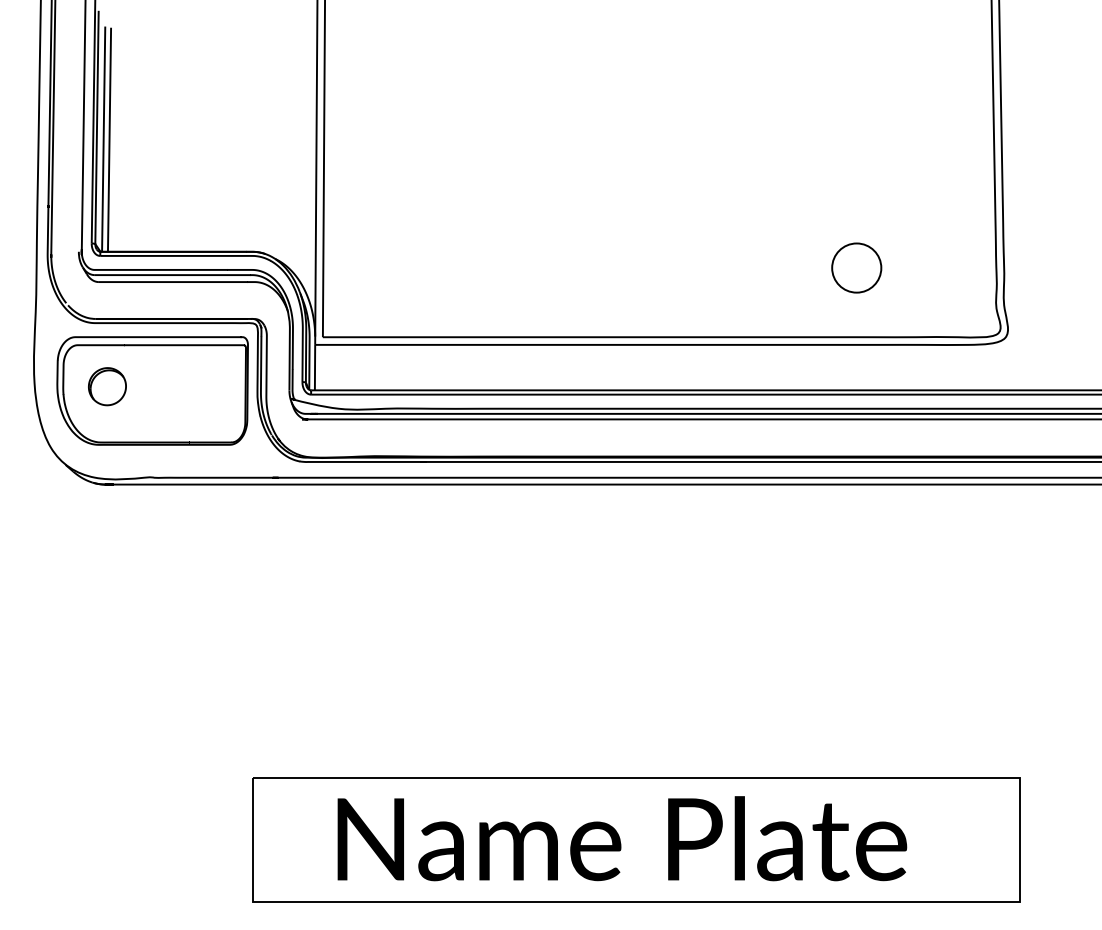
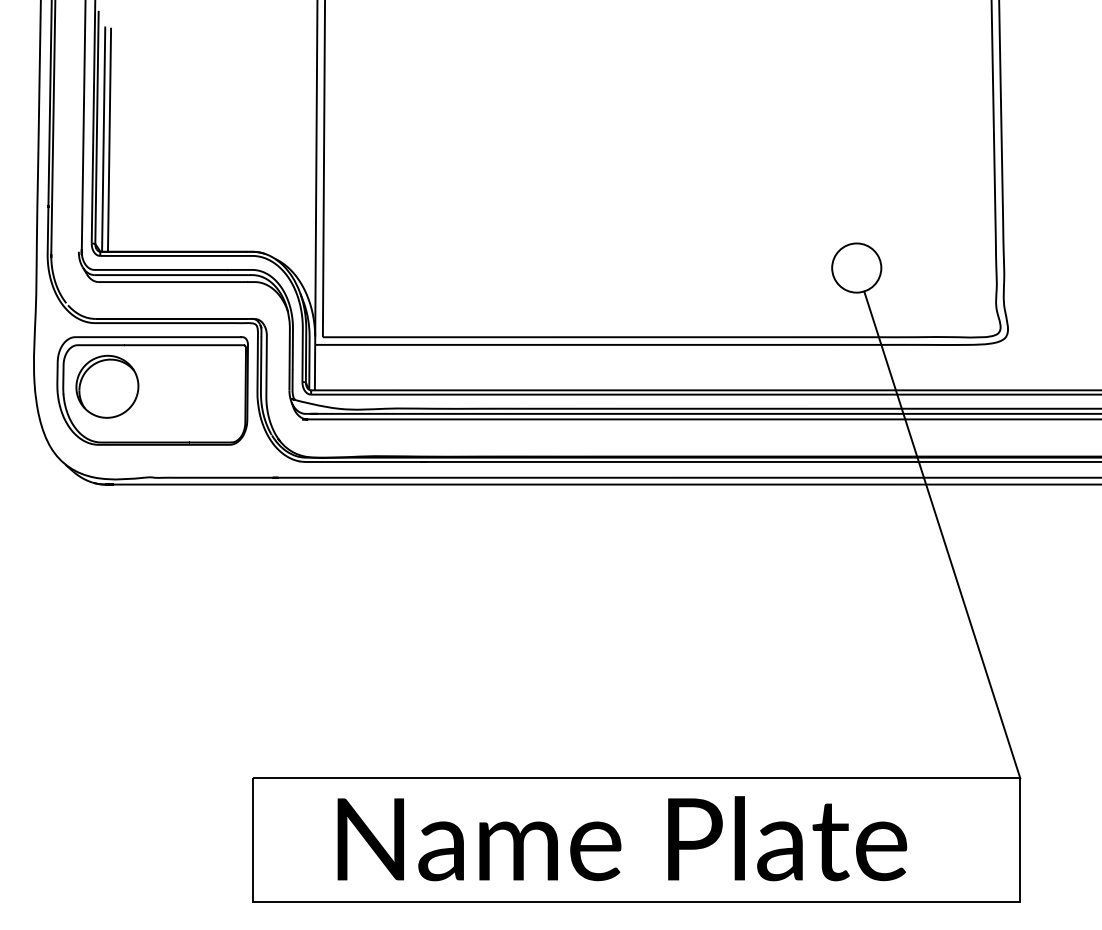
part at (107, 386) size: 39x40 px -> 65x65 px
line at (942, 534): none -> present
